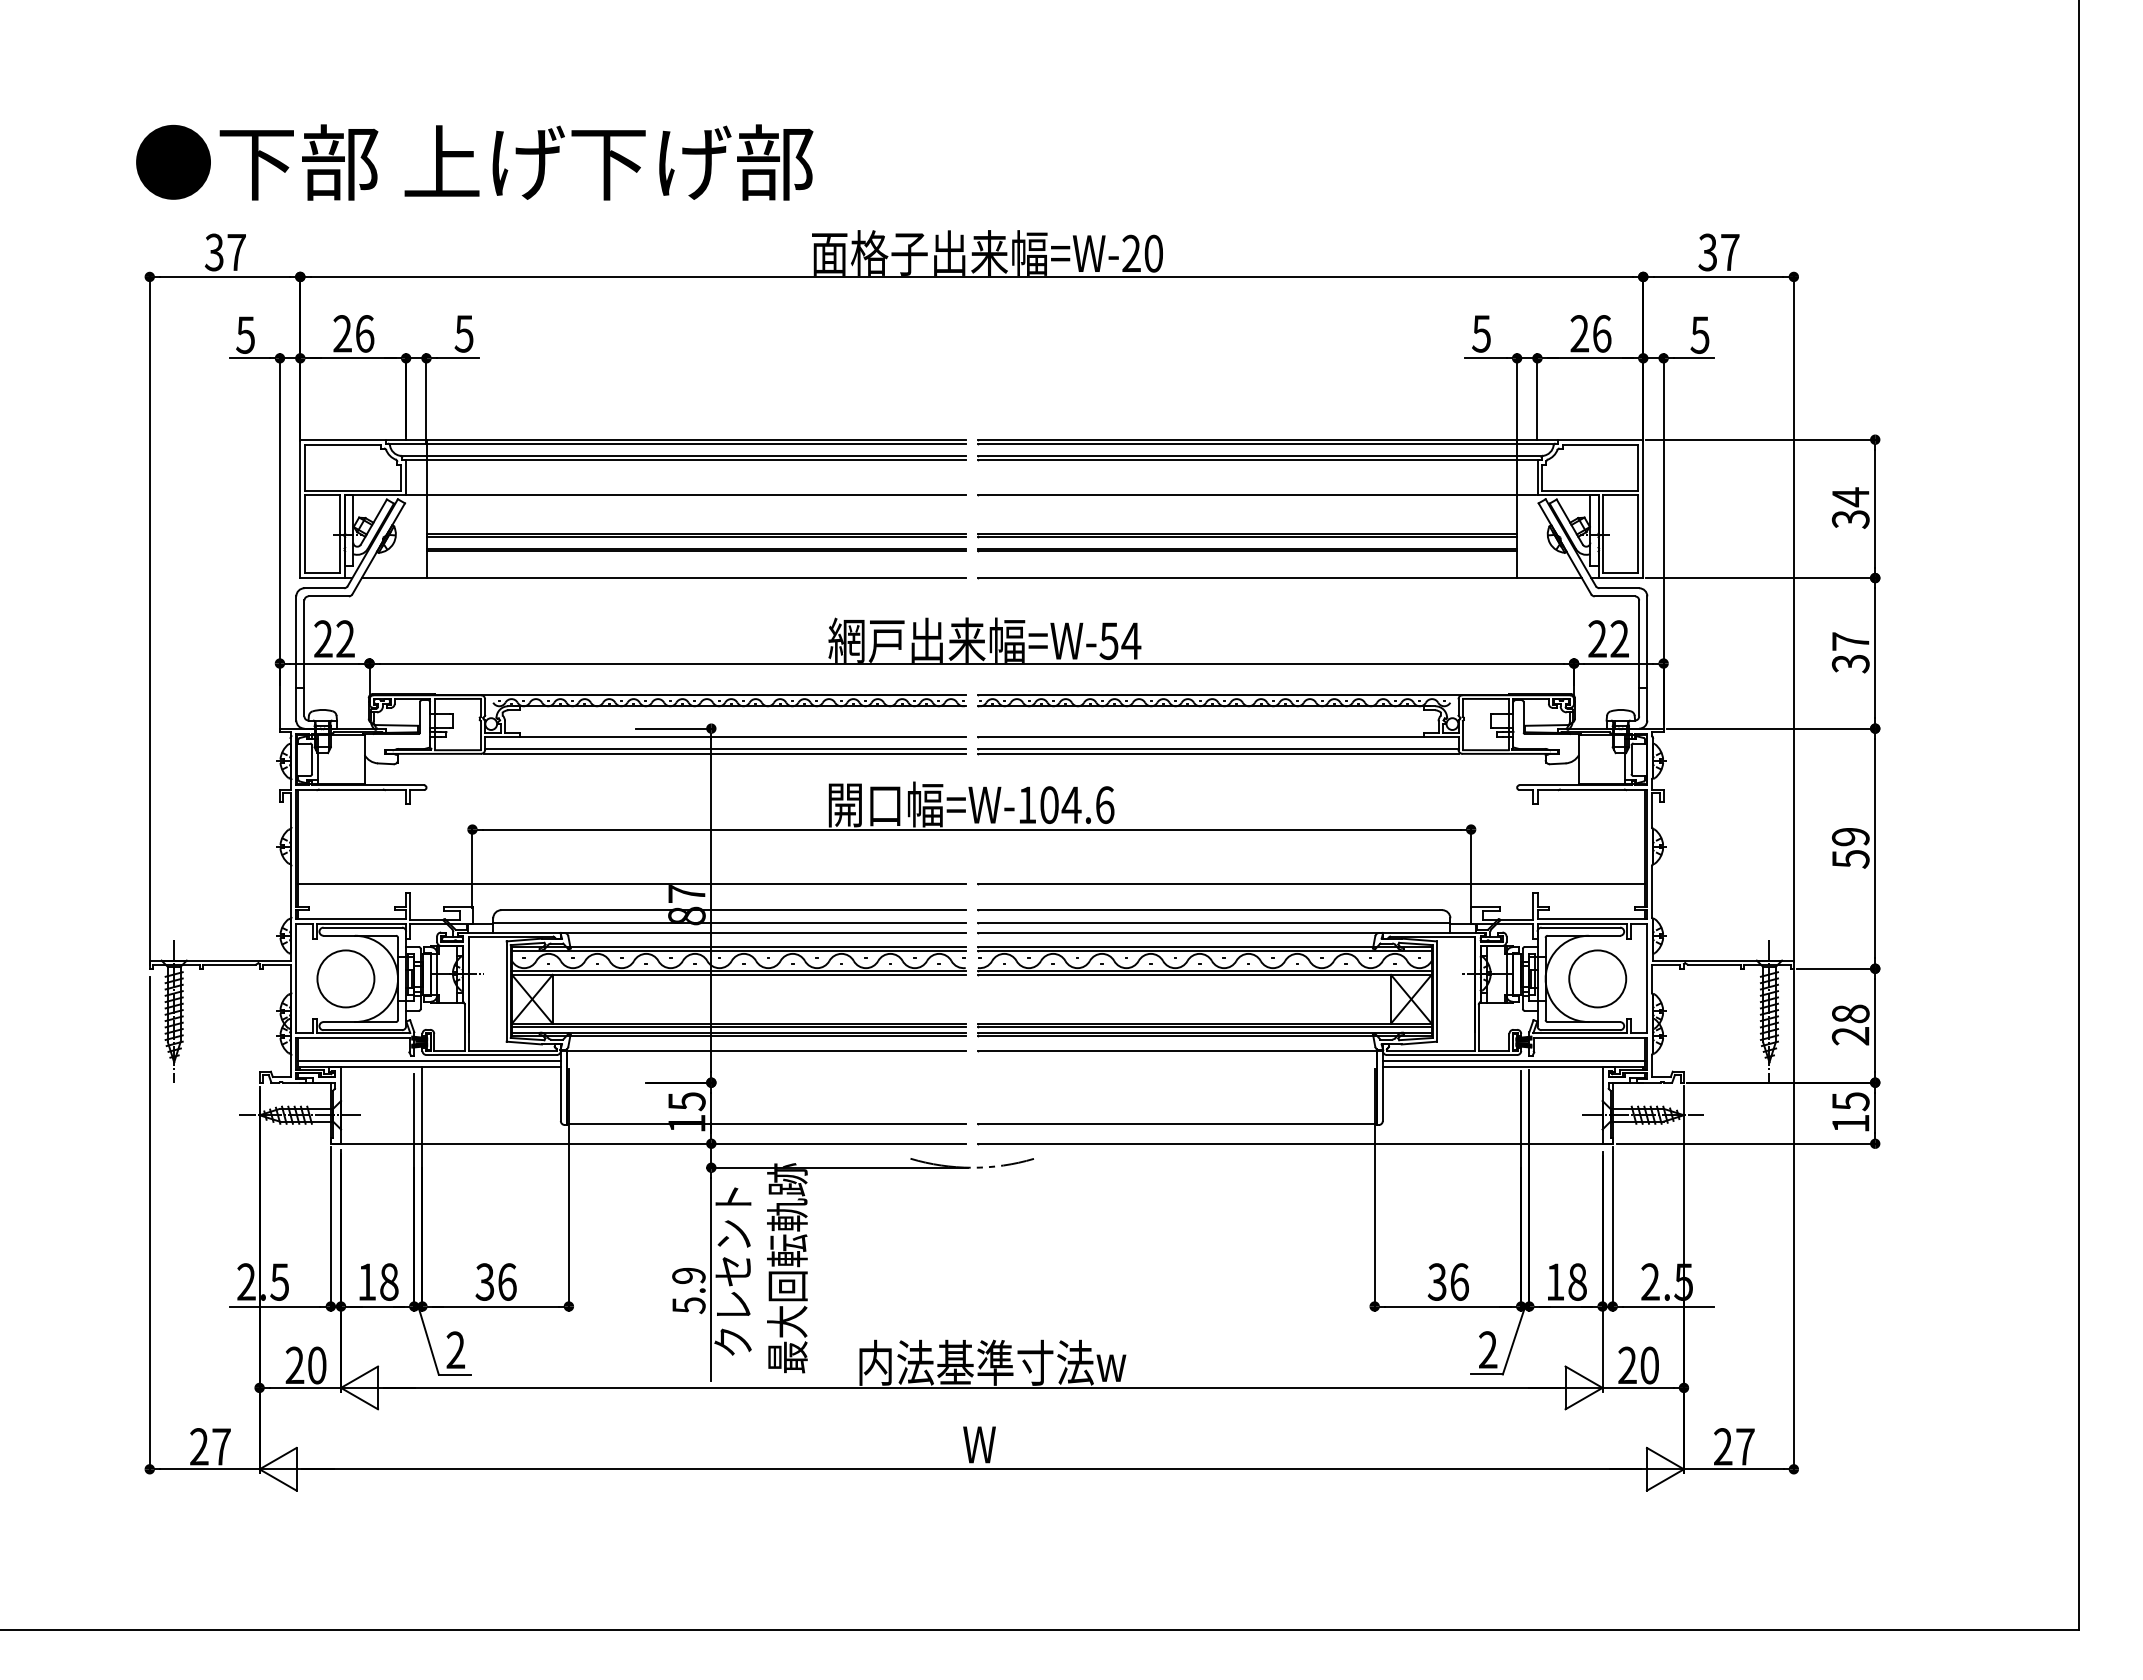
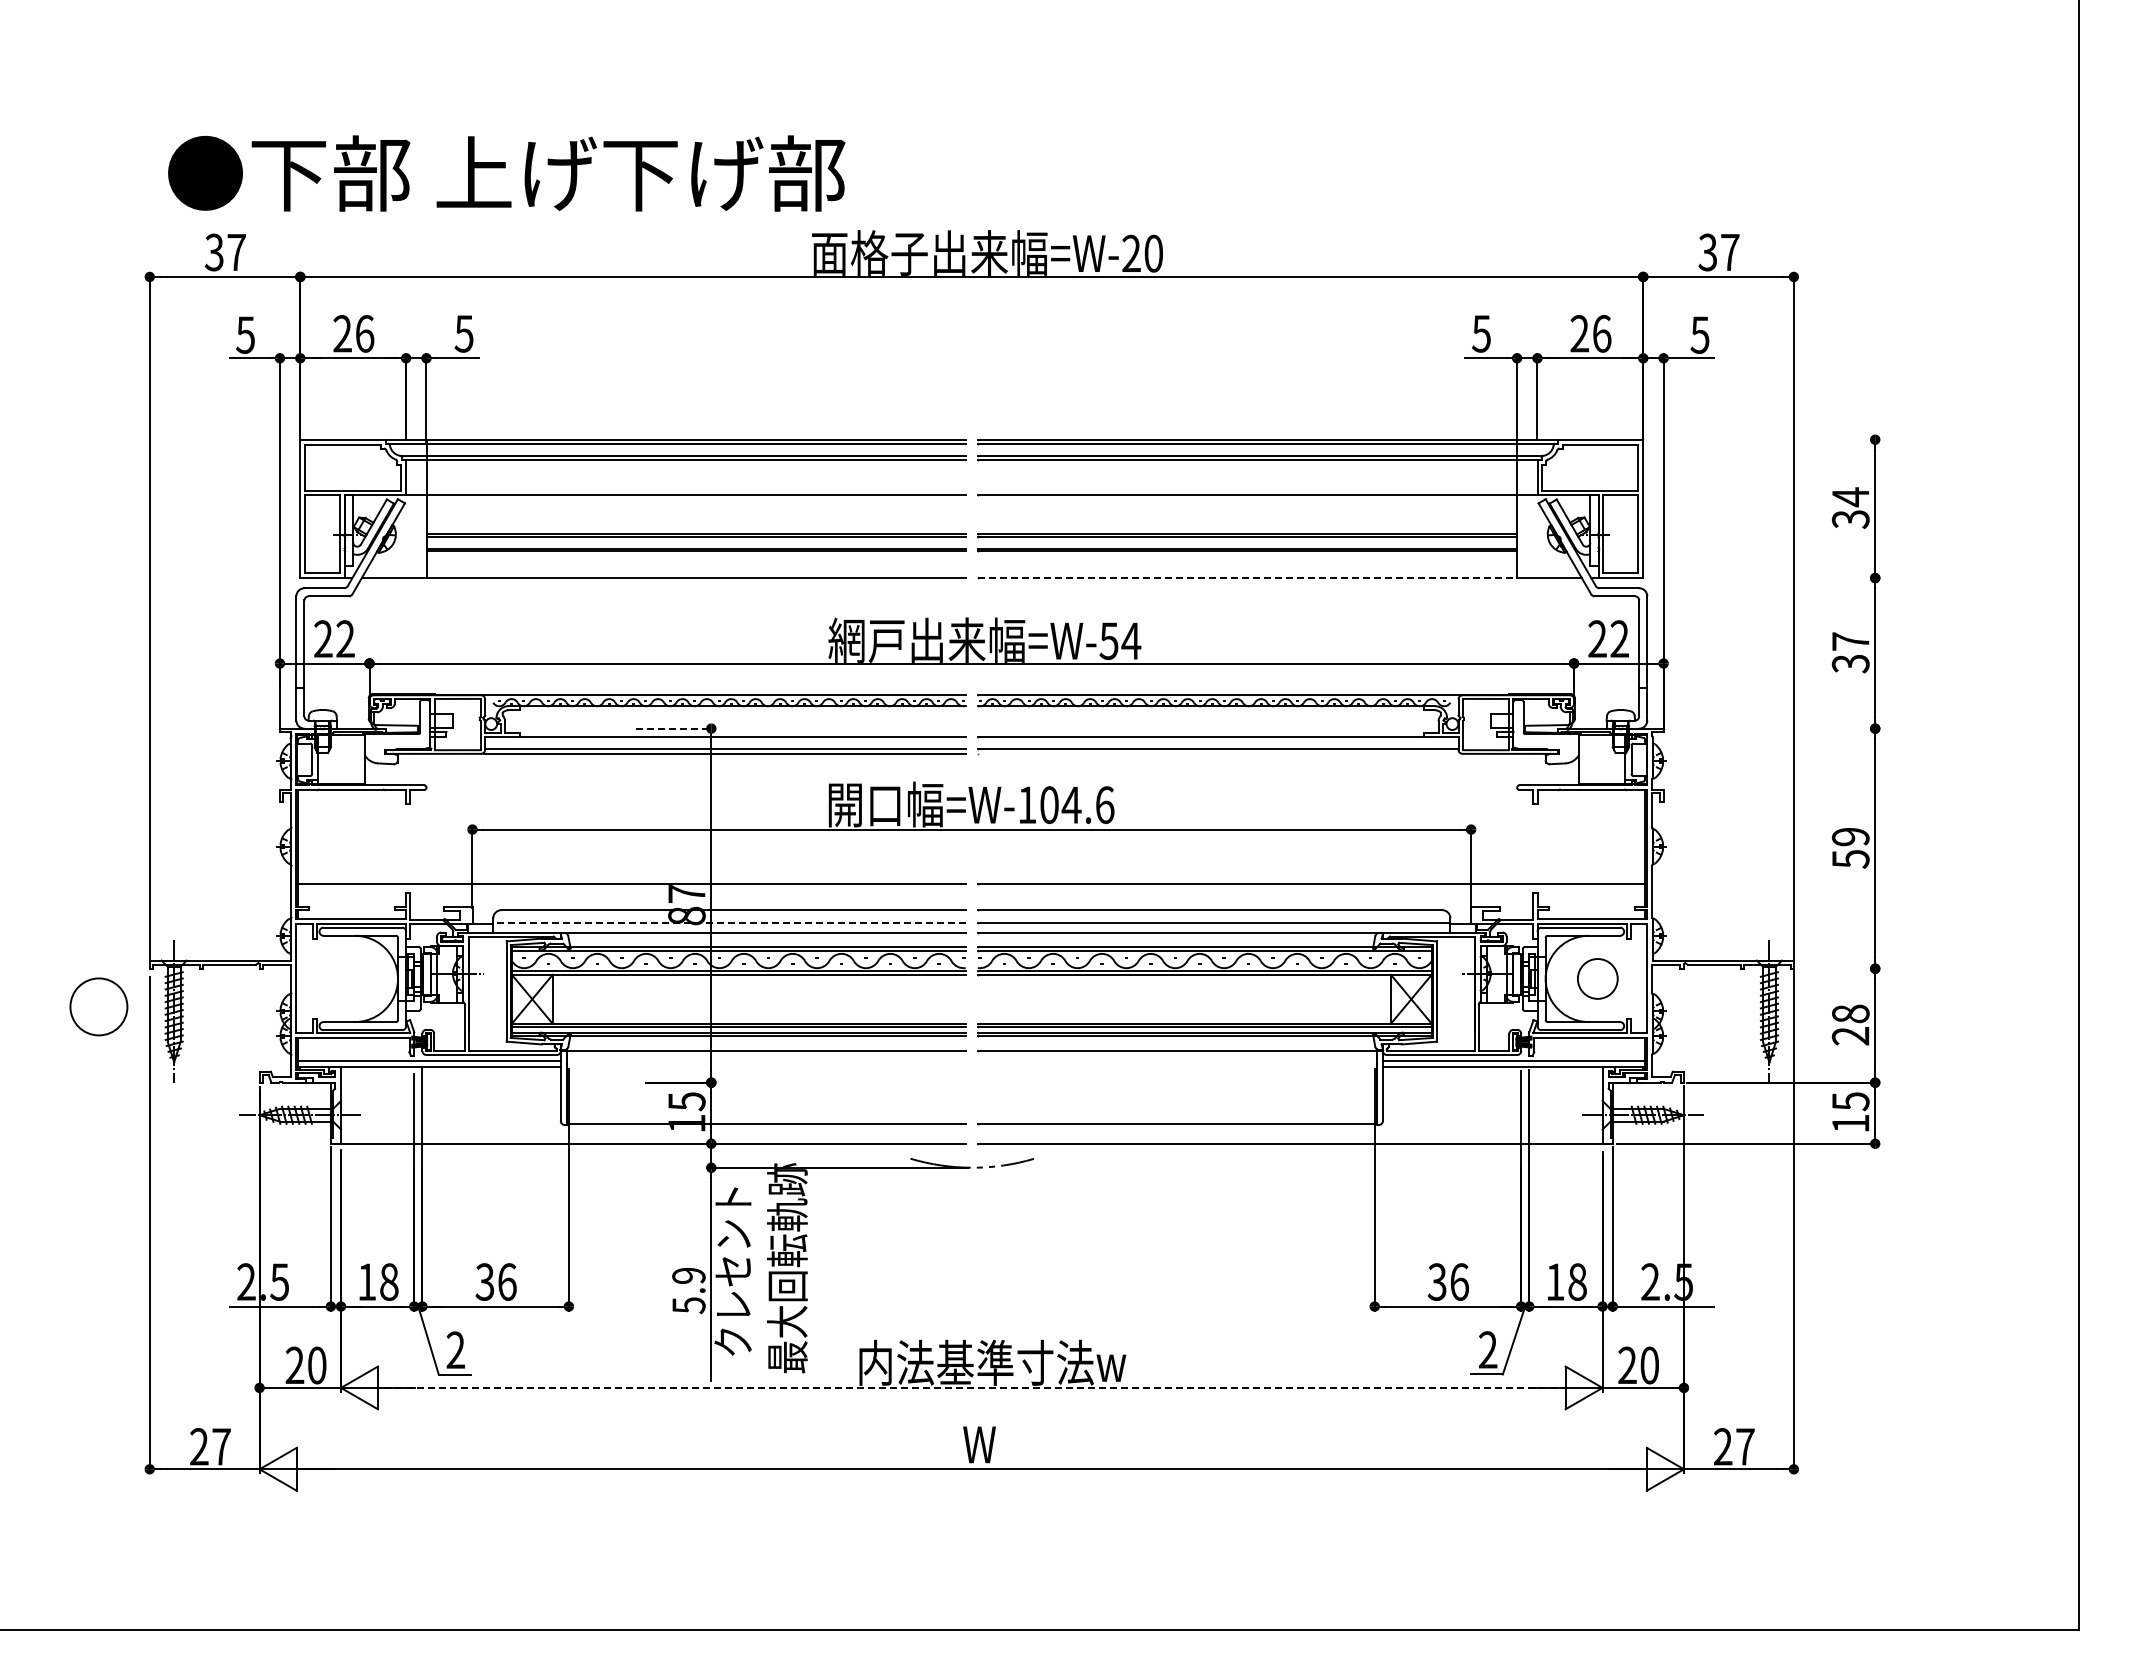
text at (474, 162) position: (474, 162) -> (506, 173)
line at (1762, 439): present -> none
line at (1247, 578): solid -> dashed
line at (1762, 578): present -> none
line at (675, 728): solid -> dashed
line at (1772, 728): present -> none
line at (1218, 753): present -> none
line at (728, 923): solid -> dashed
line at (1837, 968): present -> none
circle at (345, 978) position: (345, 978) -> (98, 1006)
circle at (1597, 978) size: 60x60 px -> 42x42 px
line at (972, 1387): solid -> dashed
